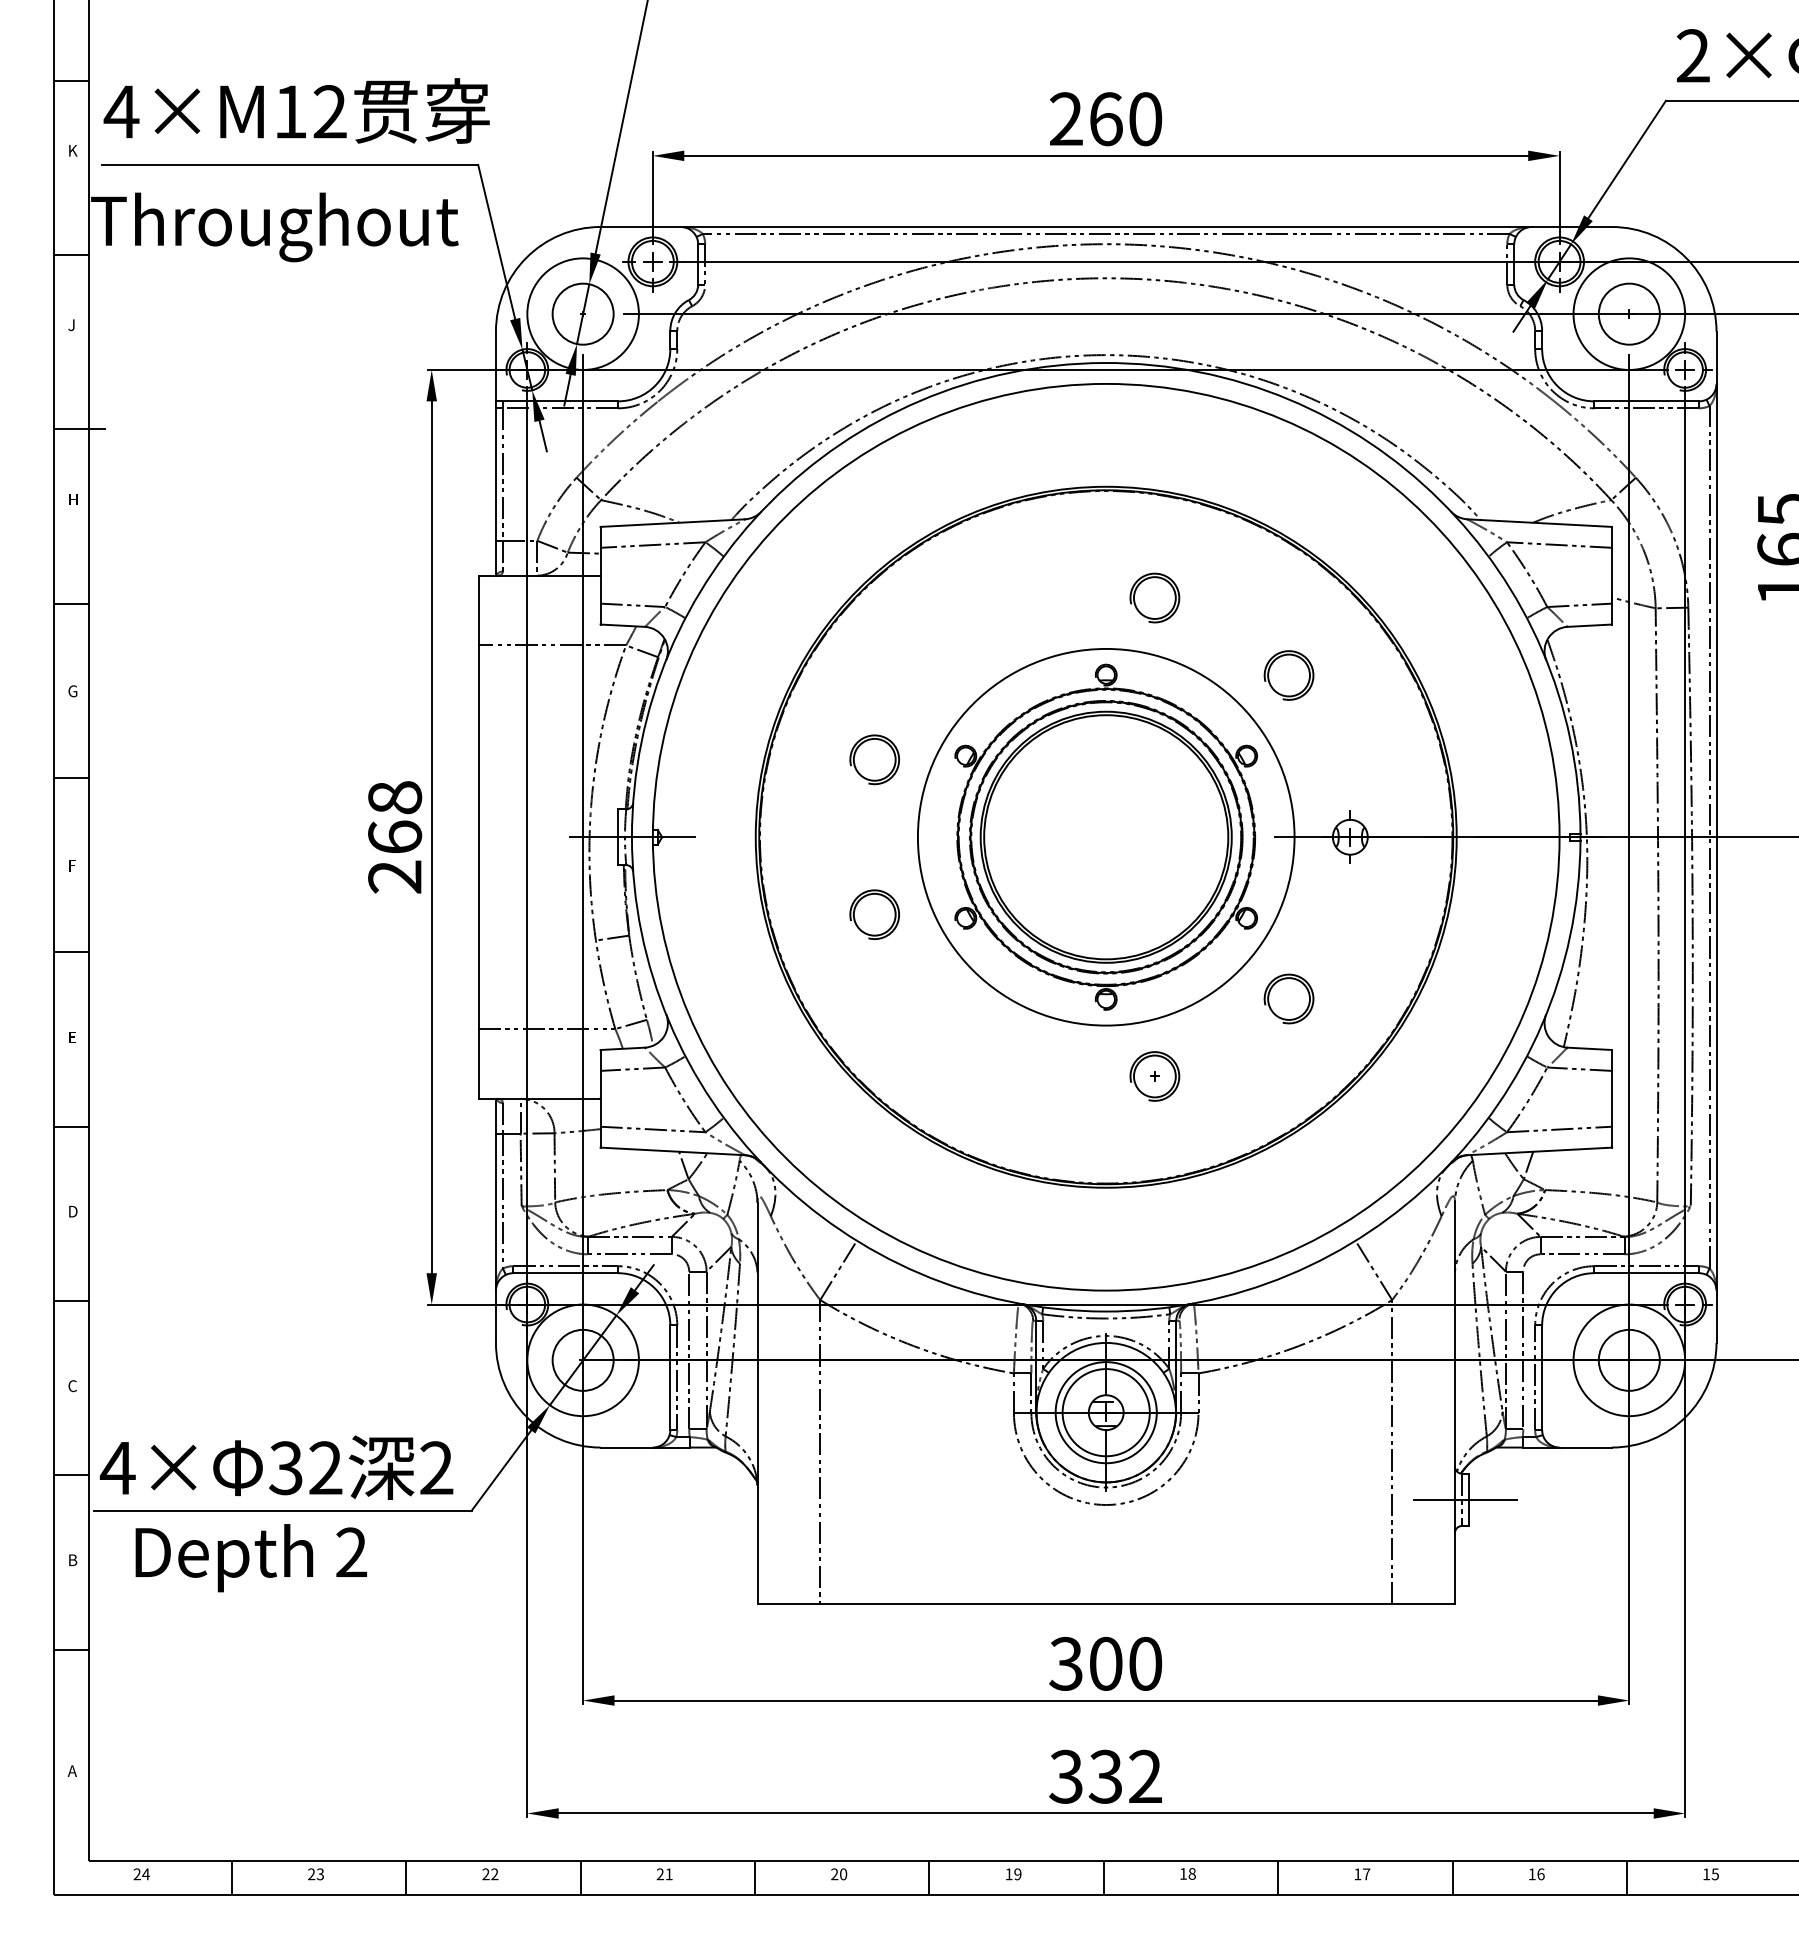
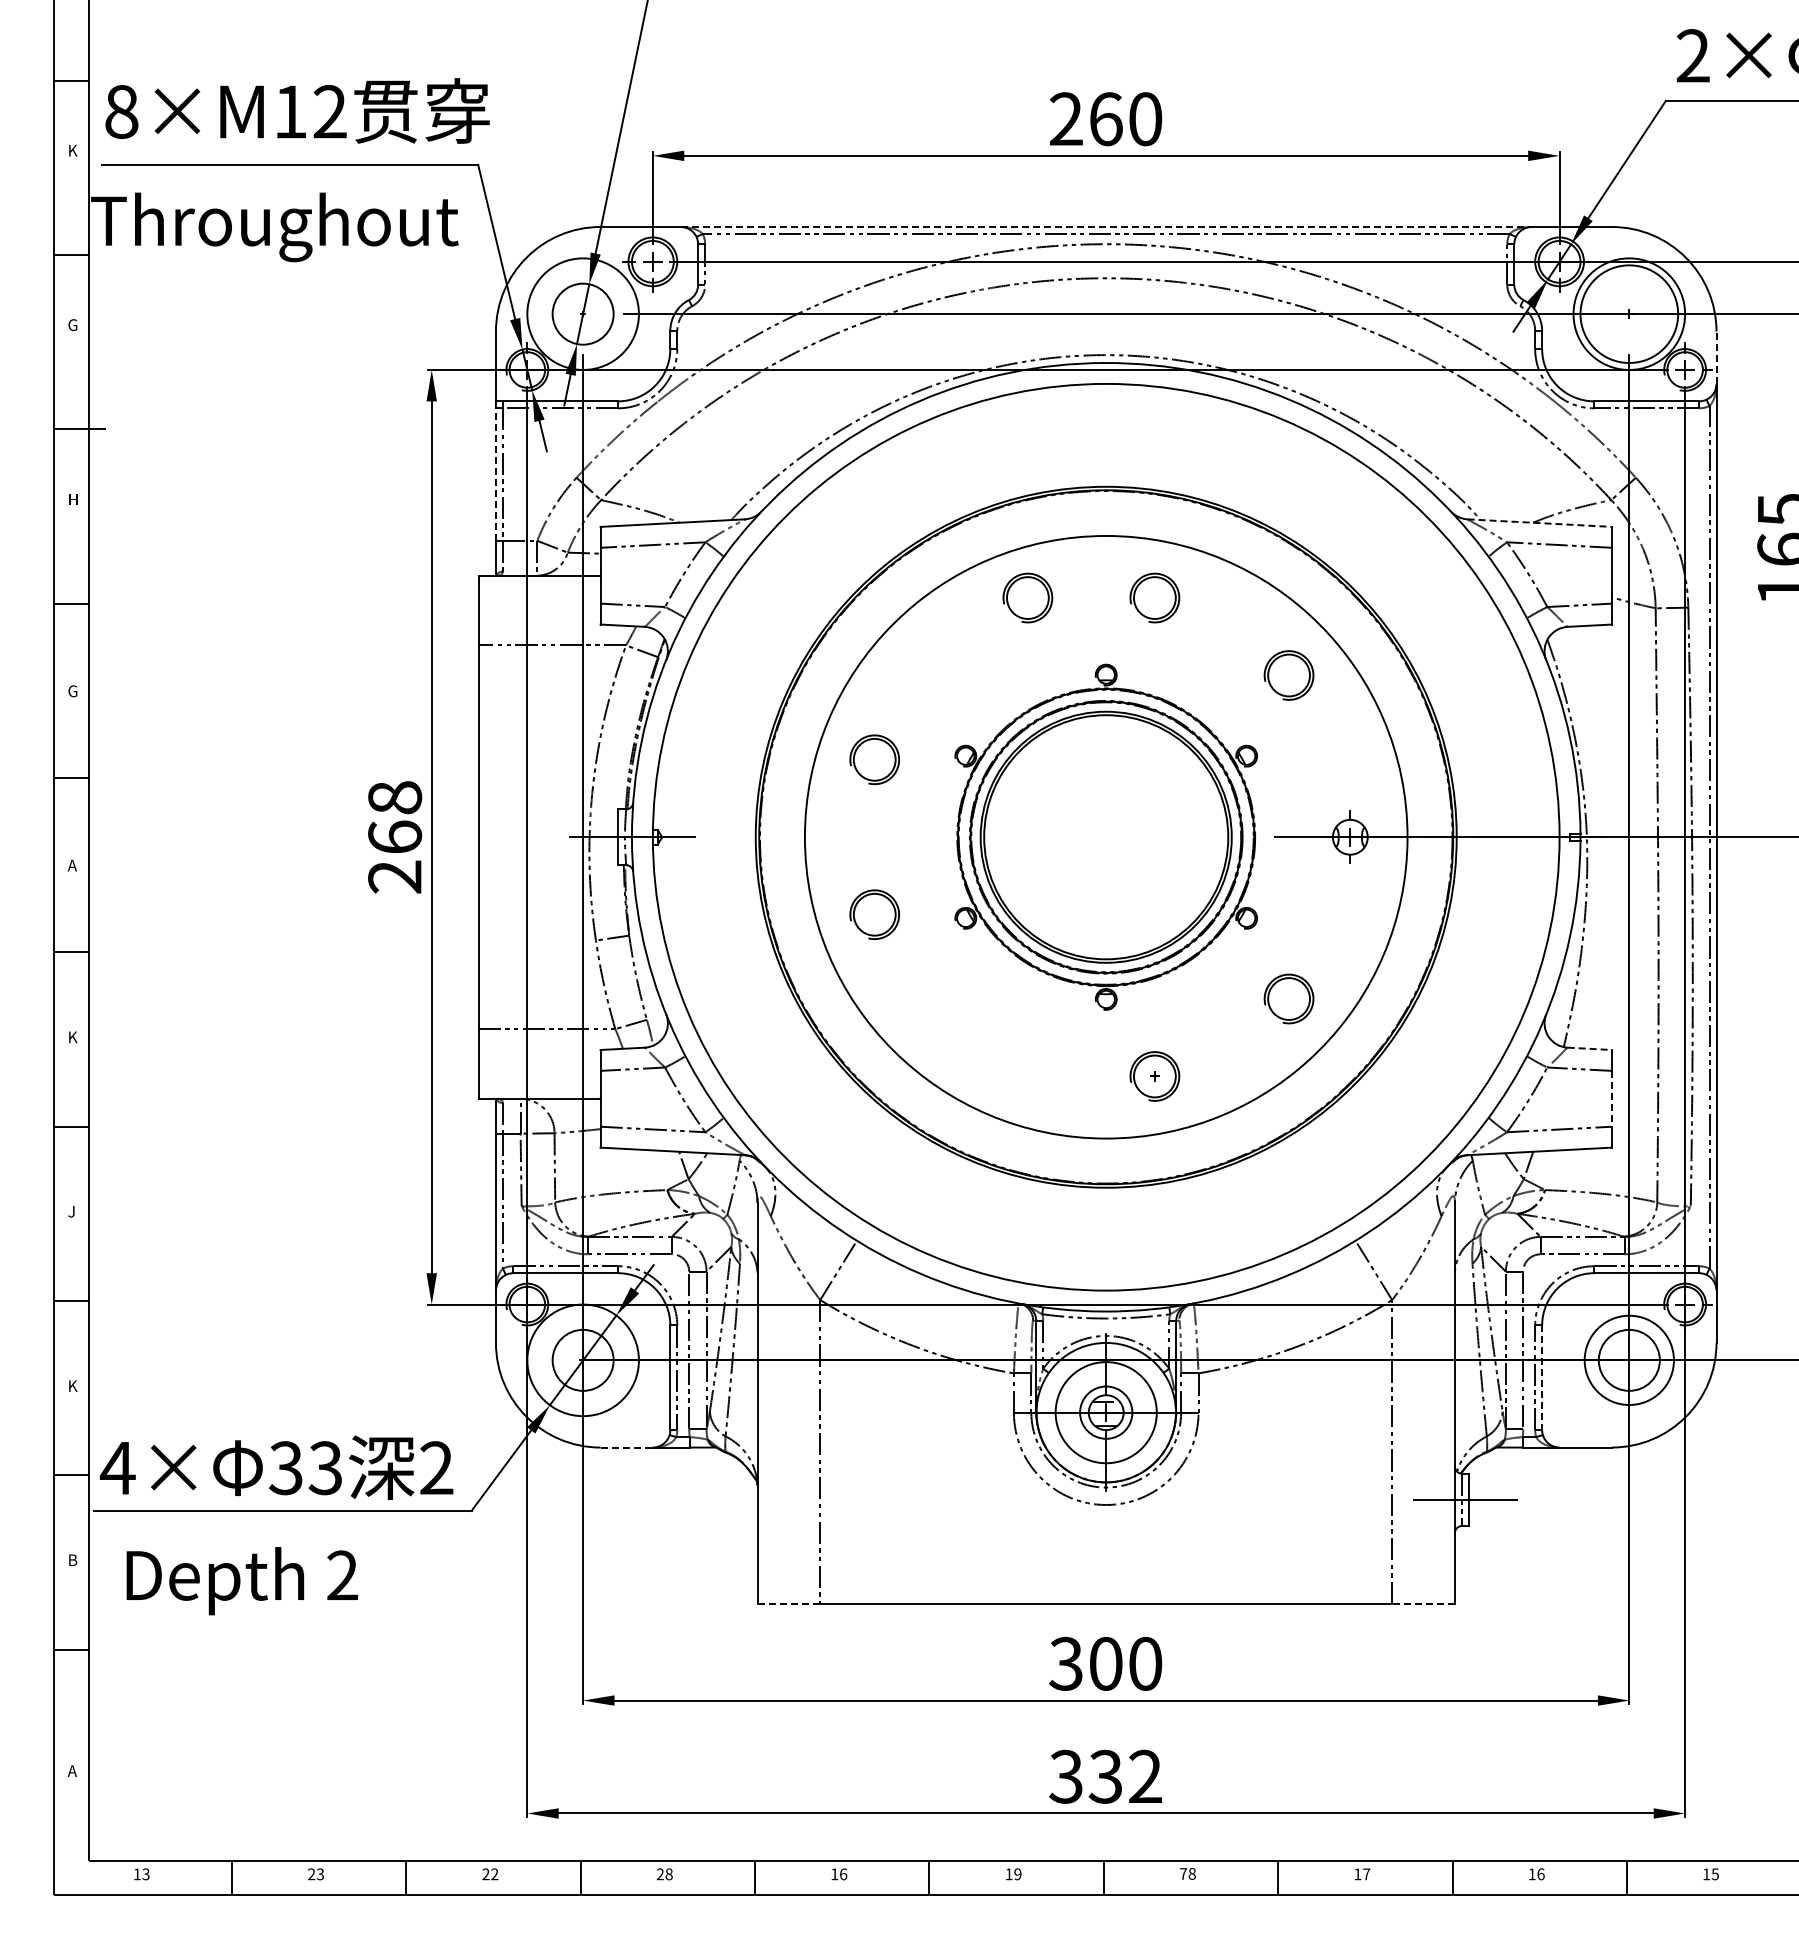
text at (121, 111): 4×M12 -> 8×M12
line at (1106, 227): solid -> dashed
circle at (1628, 313) diameter: 61 px -> 98 px
text at (72, 325): J -> G
line at (1716, 357): solid -> dashed
line at (495, 474): solid -> dashed
line at (1540, 523): solid -> dashed
part at (1027, 597): none -> present
circle at (1105, 836) diameter: 377 px -> 603 px
text at (71, 865): F -> A
text at (73, 1037): E -> K
line at (1590, 1048): solid -> dashed
line at (1611, 1098): solid -> dashed
text at (72, 1211): D -> J
circle at (1629, 1360) diameter: 112 px -> 89 px
line at (1542, 1378): solid -> dashed
text at (72, 1386): C -> K
circle at (1105, 1412) diameter: 87 px -> 52 px
line at (627, 1447): solid -> dashed
text at (325, 1468): 32 -> 33
text at (250, 1558) position: (250, 1558) -> (241, 1581)
line at (788, 1604): solid -> dashed
line at (1423, 1604): solid -> dashed
text at (1183, 1873): 18 -> 78
text at (141, 1874): 24 -> 13
text at (668, 1874): 21 -> 28
text at (839, 1874): 20 -> 16
